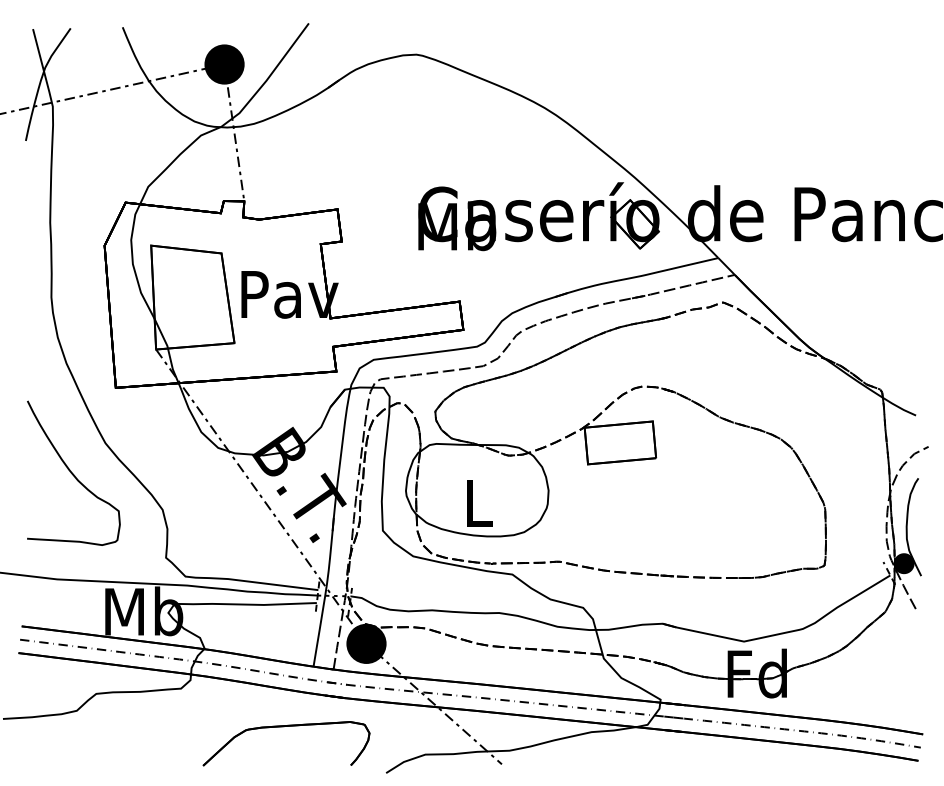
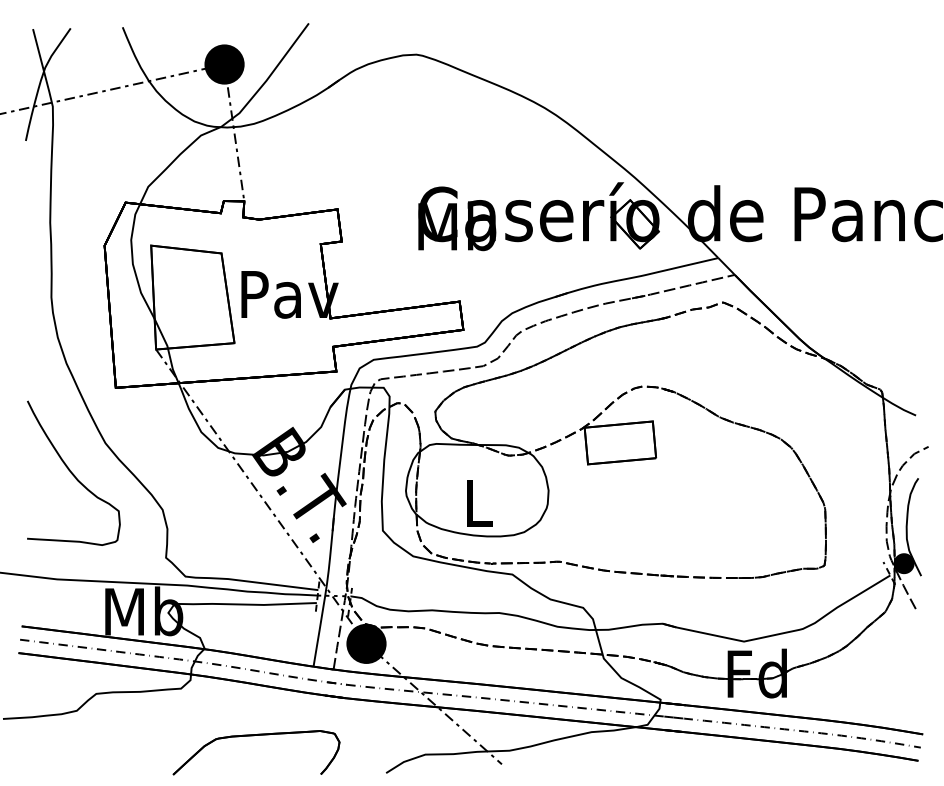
part at (284, 727) position: (284, 727) -> (254, 736)
